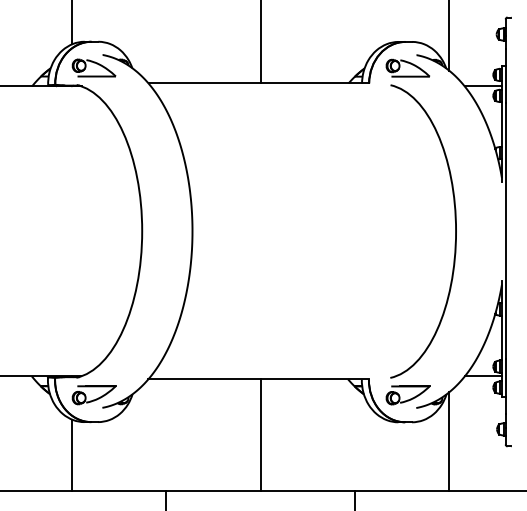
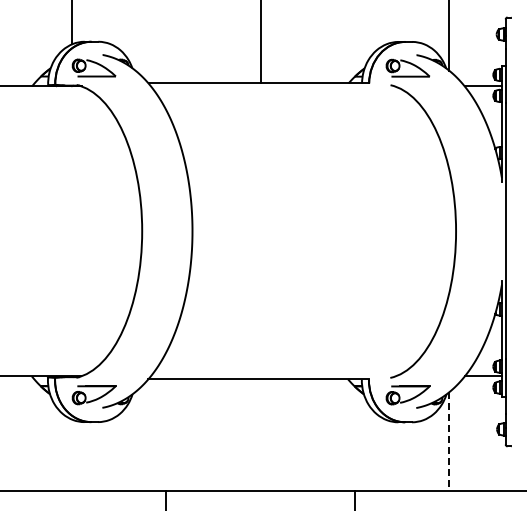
line at (260, 434): present -> none
line at (449, 441): solid -> dashed
line at (71, 454): present -> none
